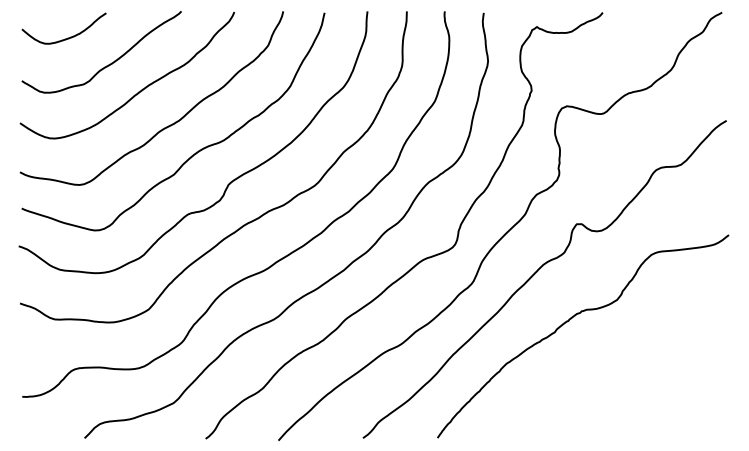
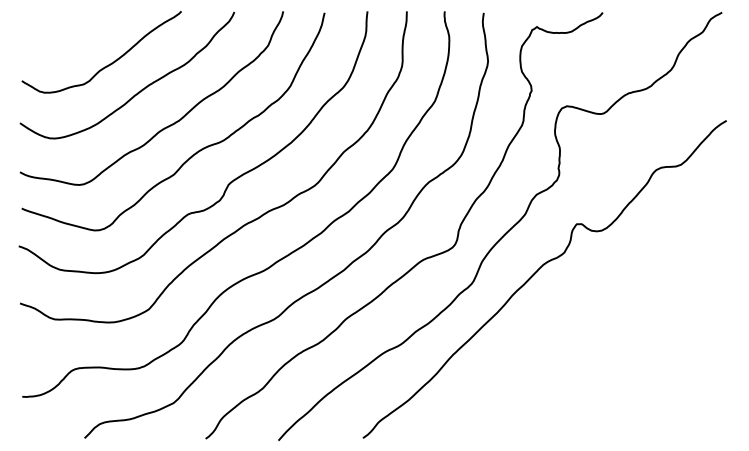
curve at (67, 37): present -> none
curve at (569, 321): present -> none
